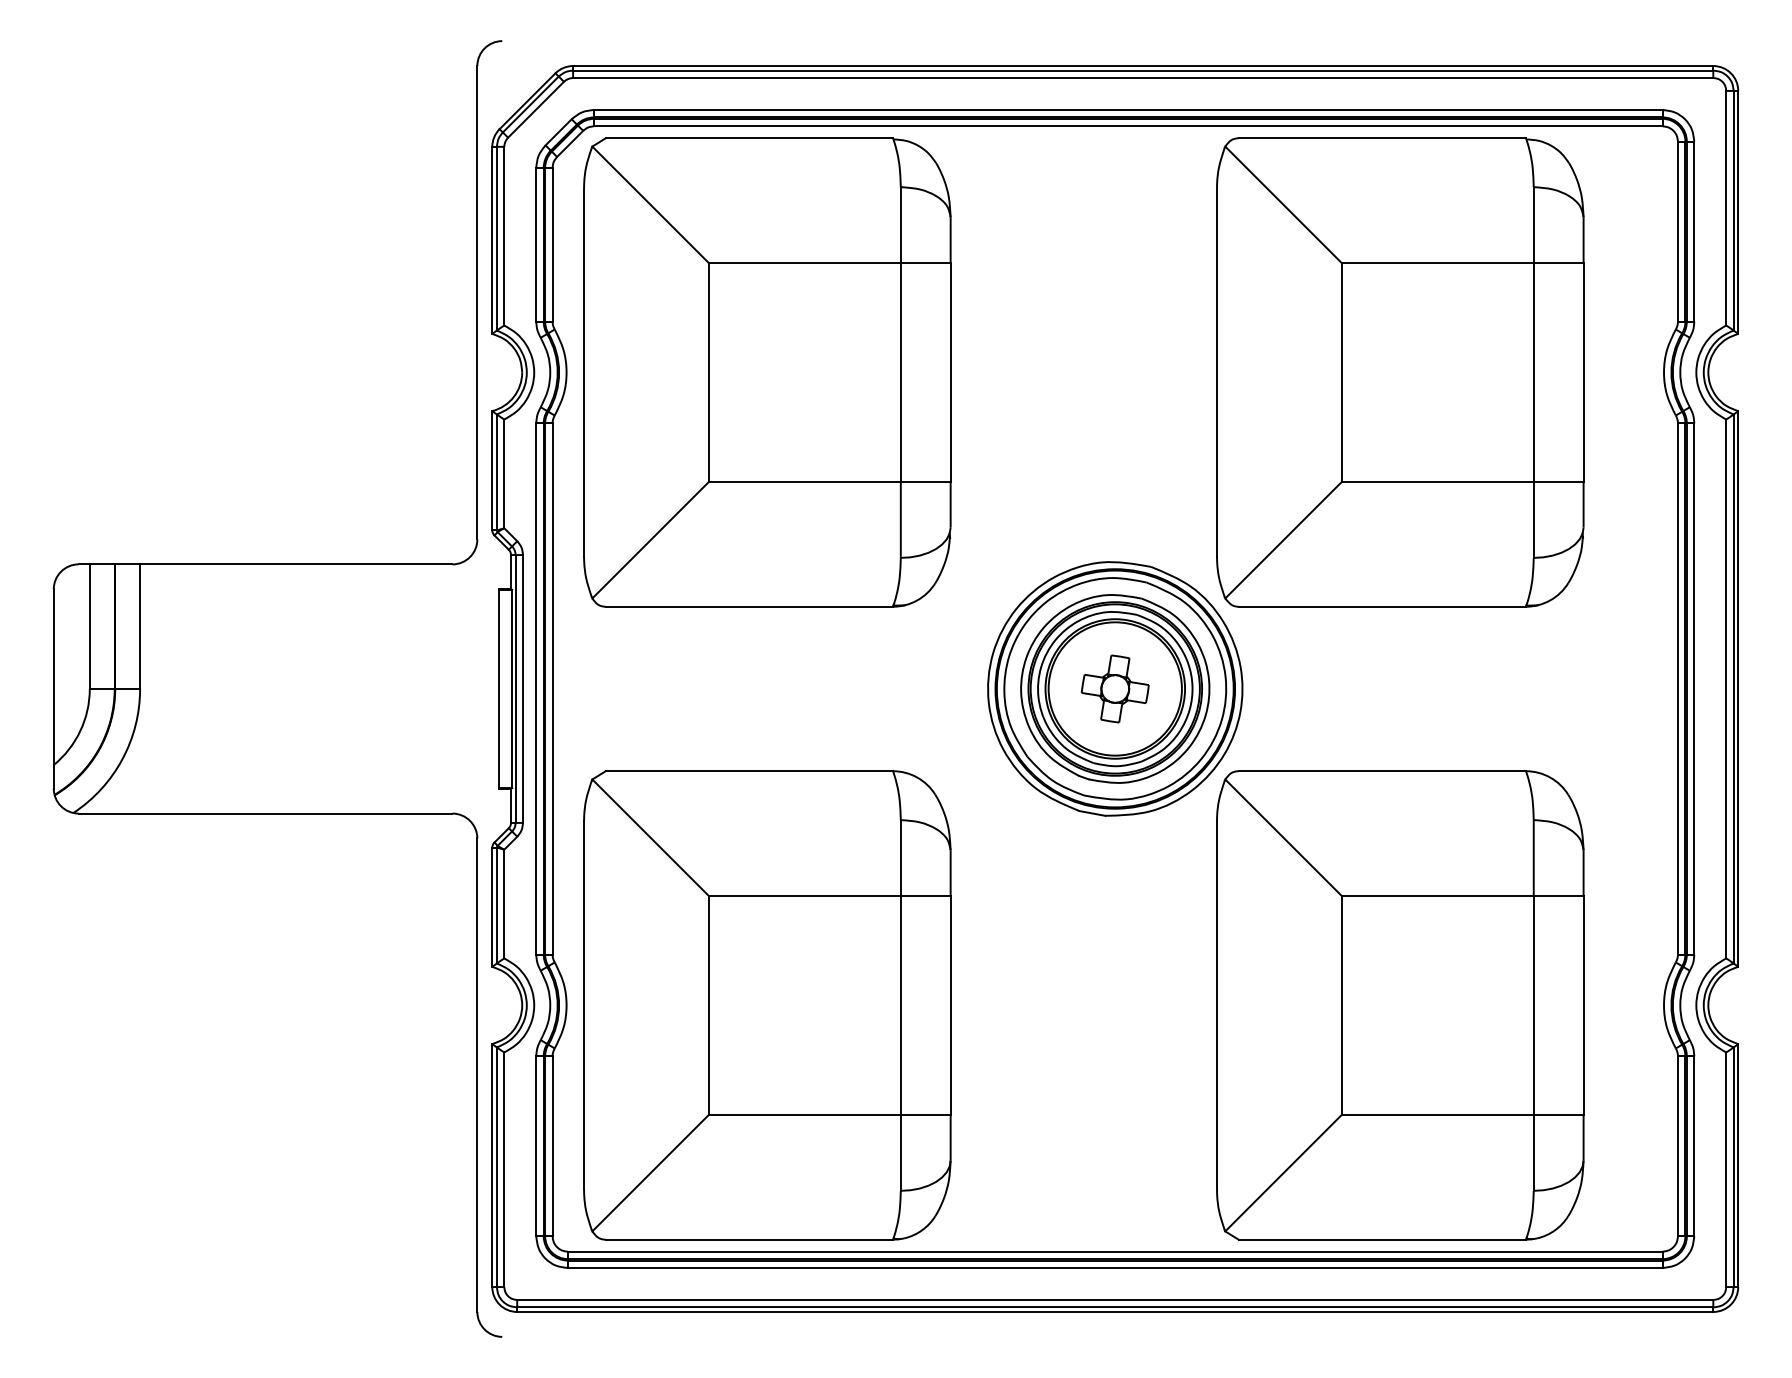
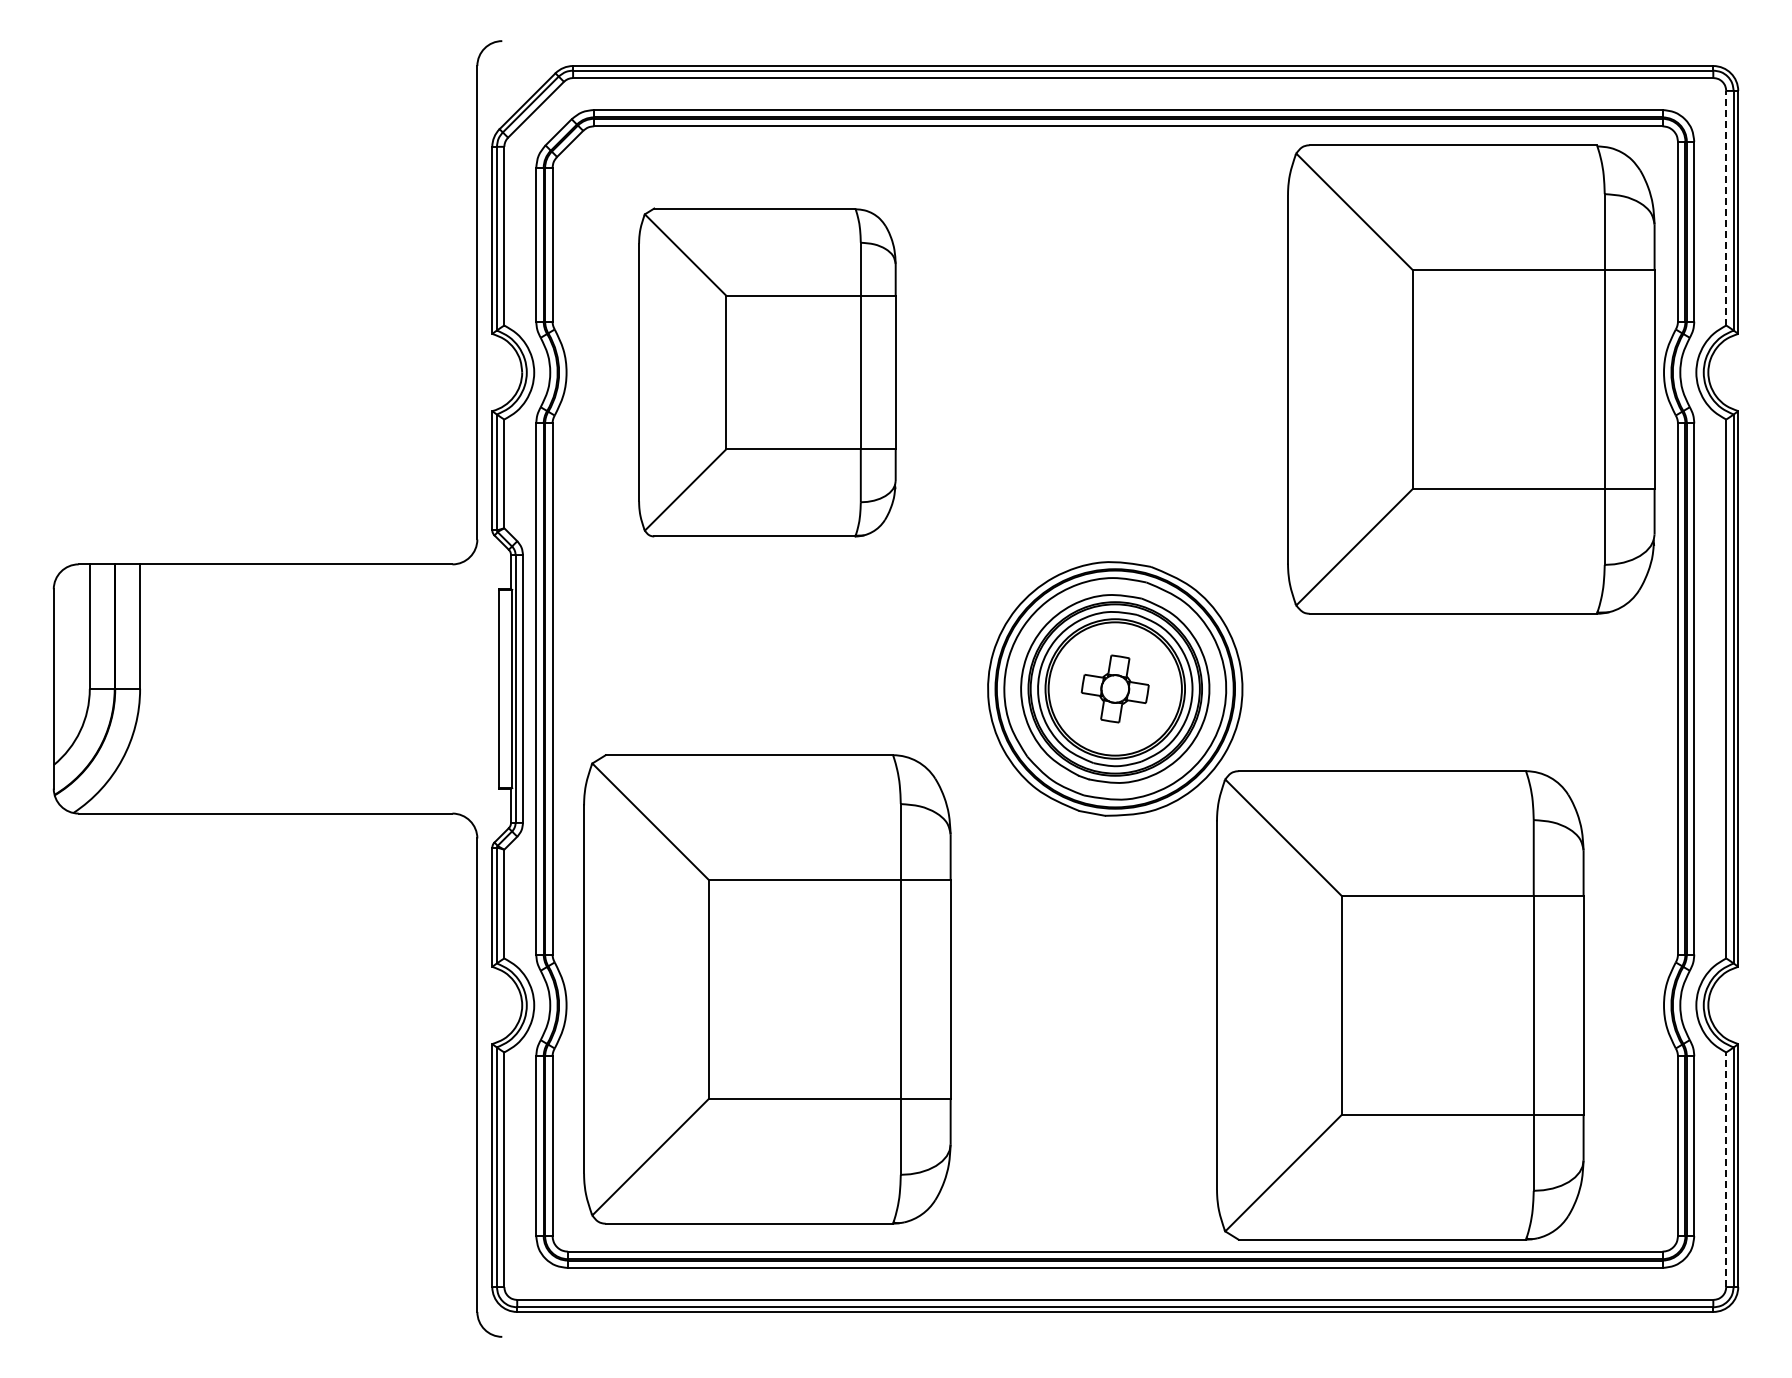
line at (1726, 207): solid -> dashed
part at (767, 372) size: 369x471 px -> 259x331 px
part at (1400, 372) position: (1400, 372) -> (1471, 379)
part at (767, 1005) position: (767, 1005) -> (767, 989)
line at (1726, 1169): solid -> dashed
